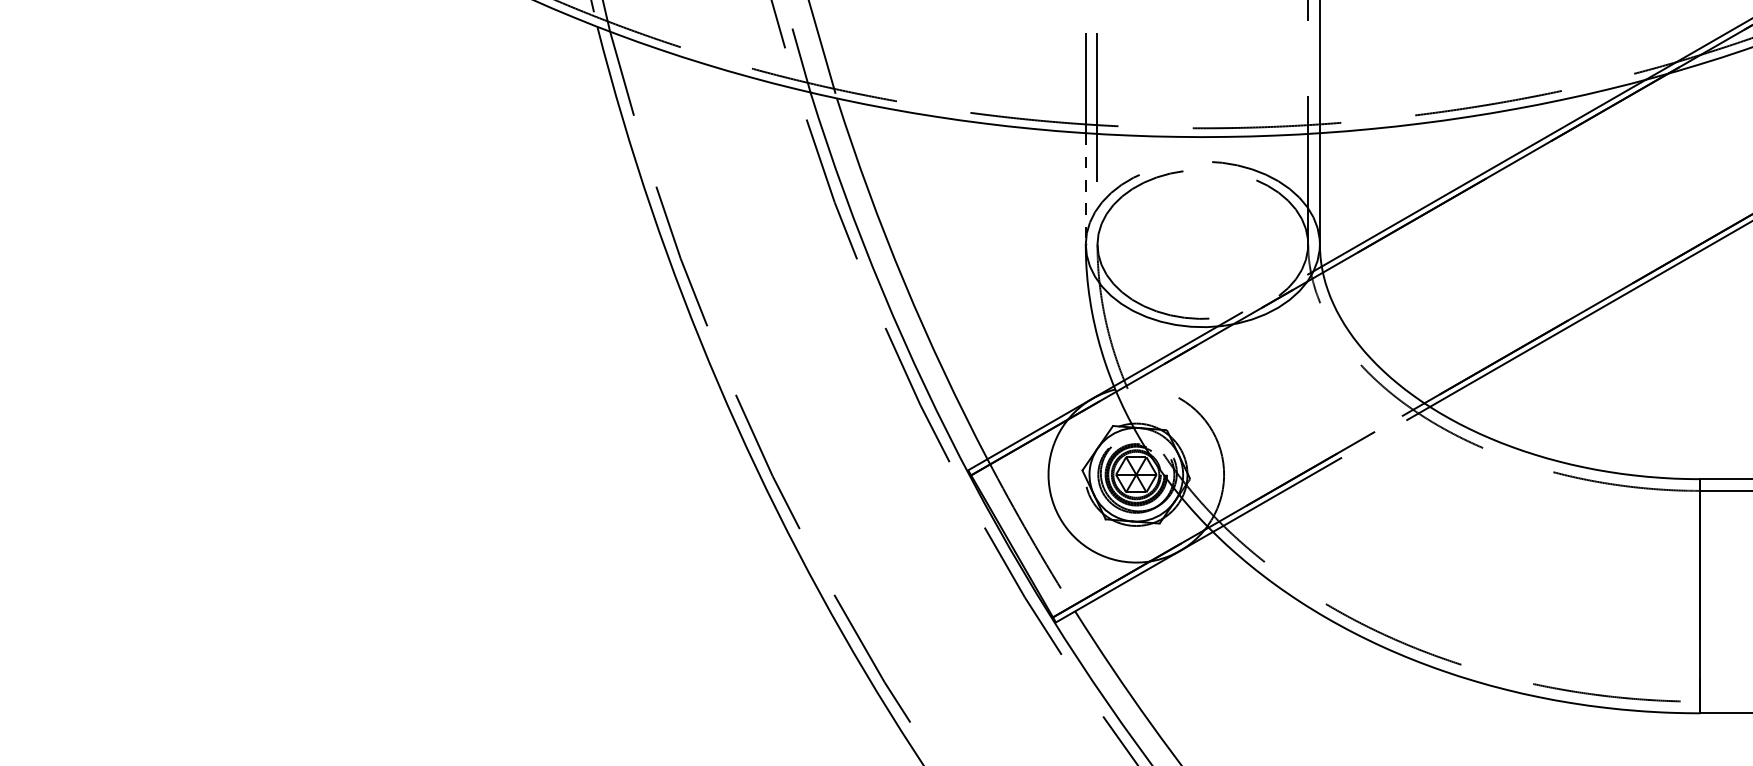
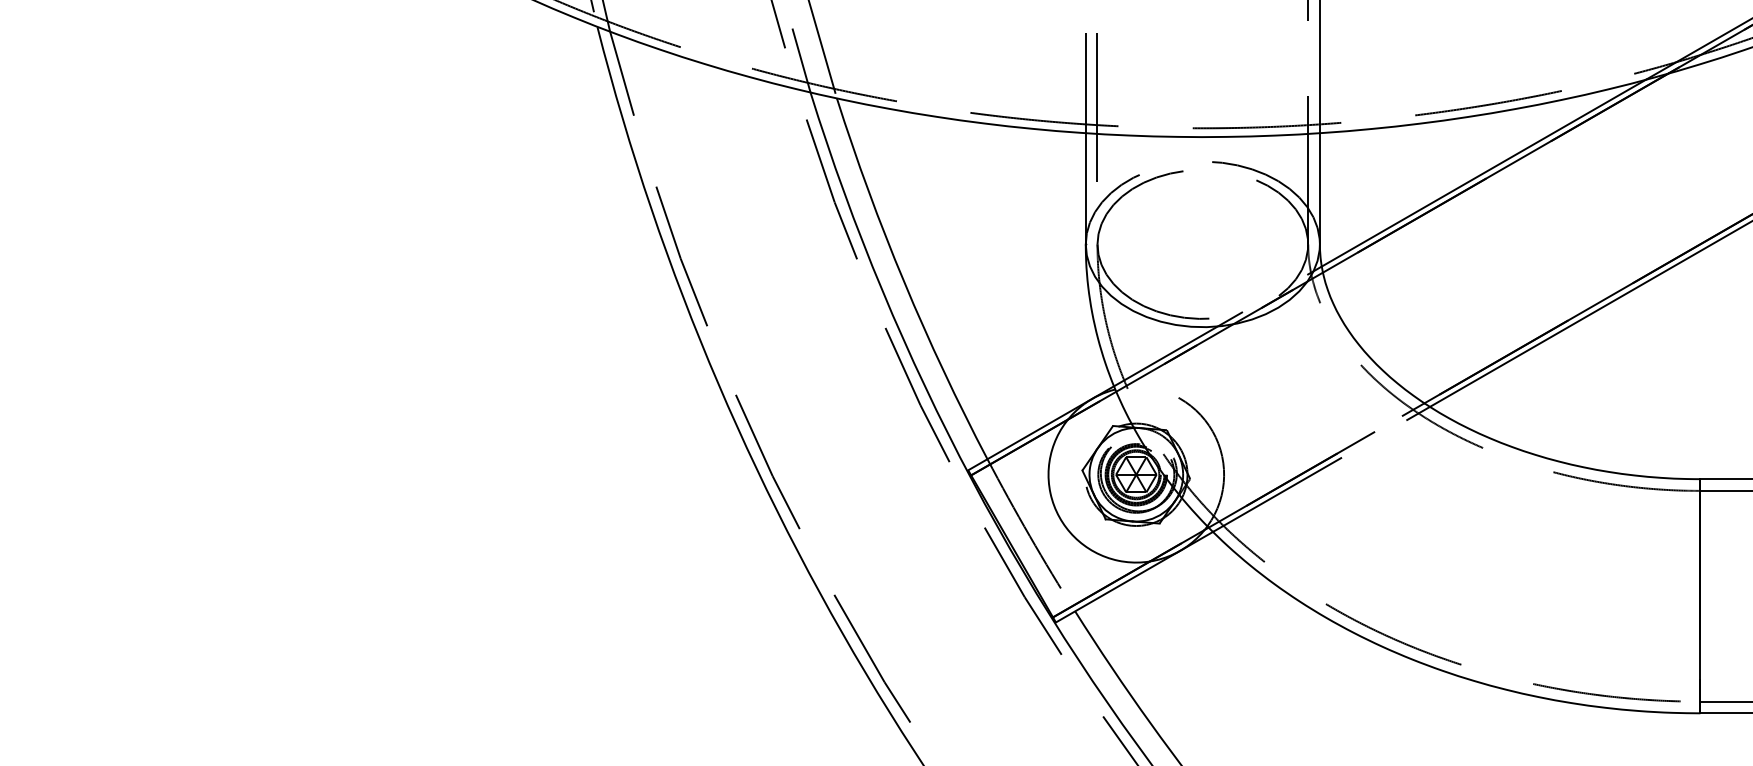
line at (1085, 188): dashed -> solid
line at (1724, 701): none -> present
